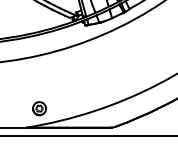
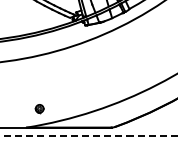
part at (39, 108) size: 16x16 px -> 11x11 px
line at (88, 135): solid -> dashed
